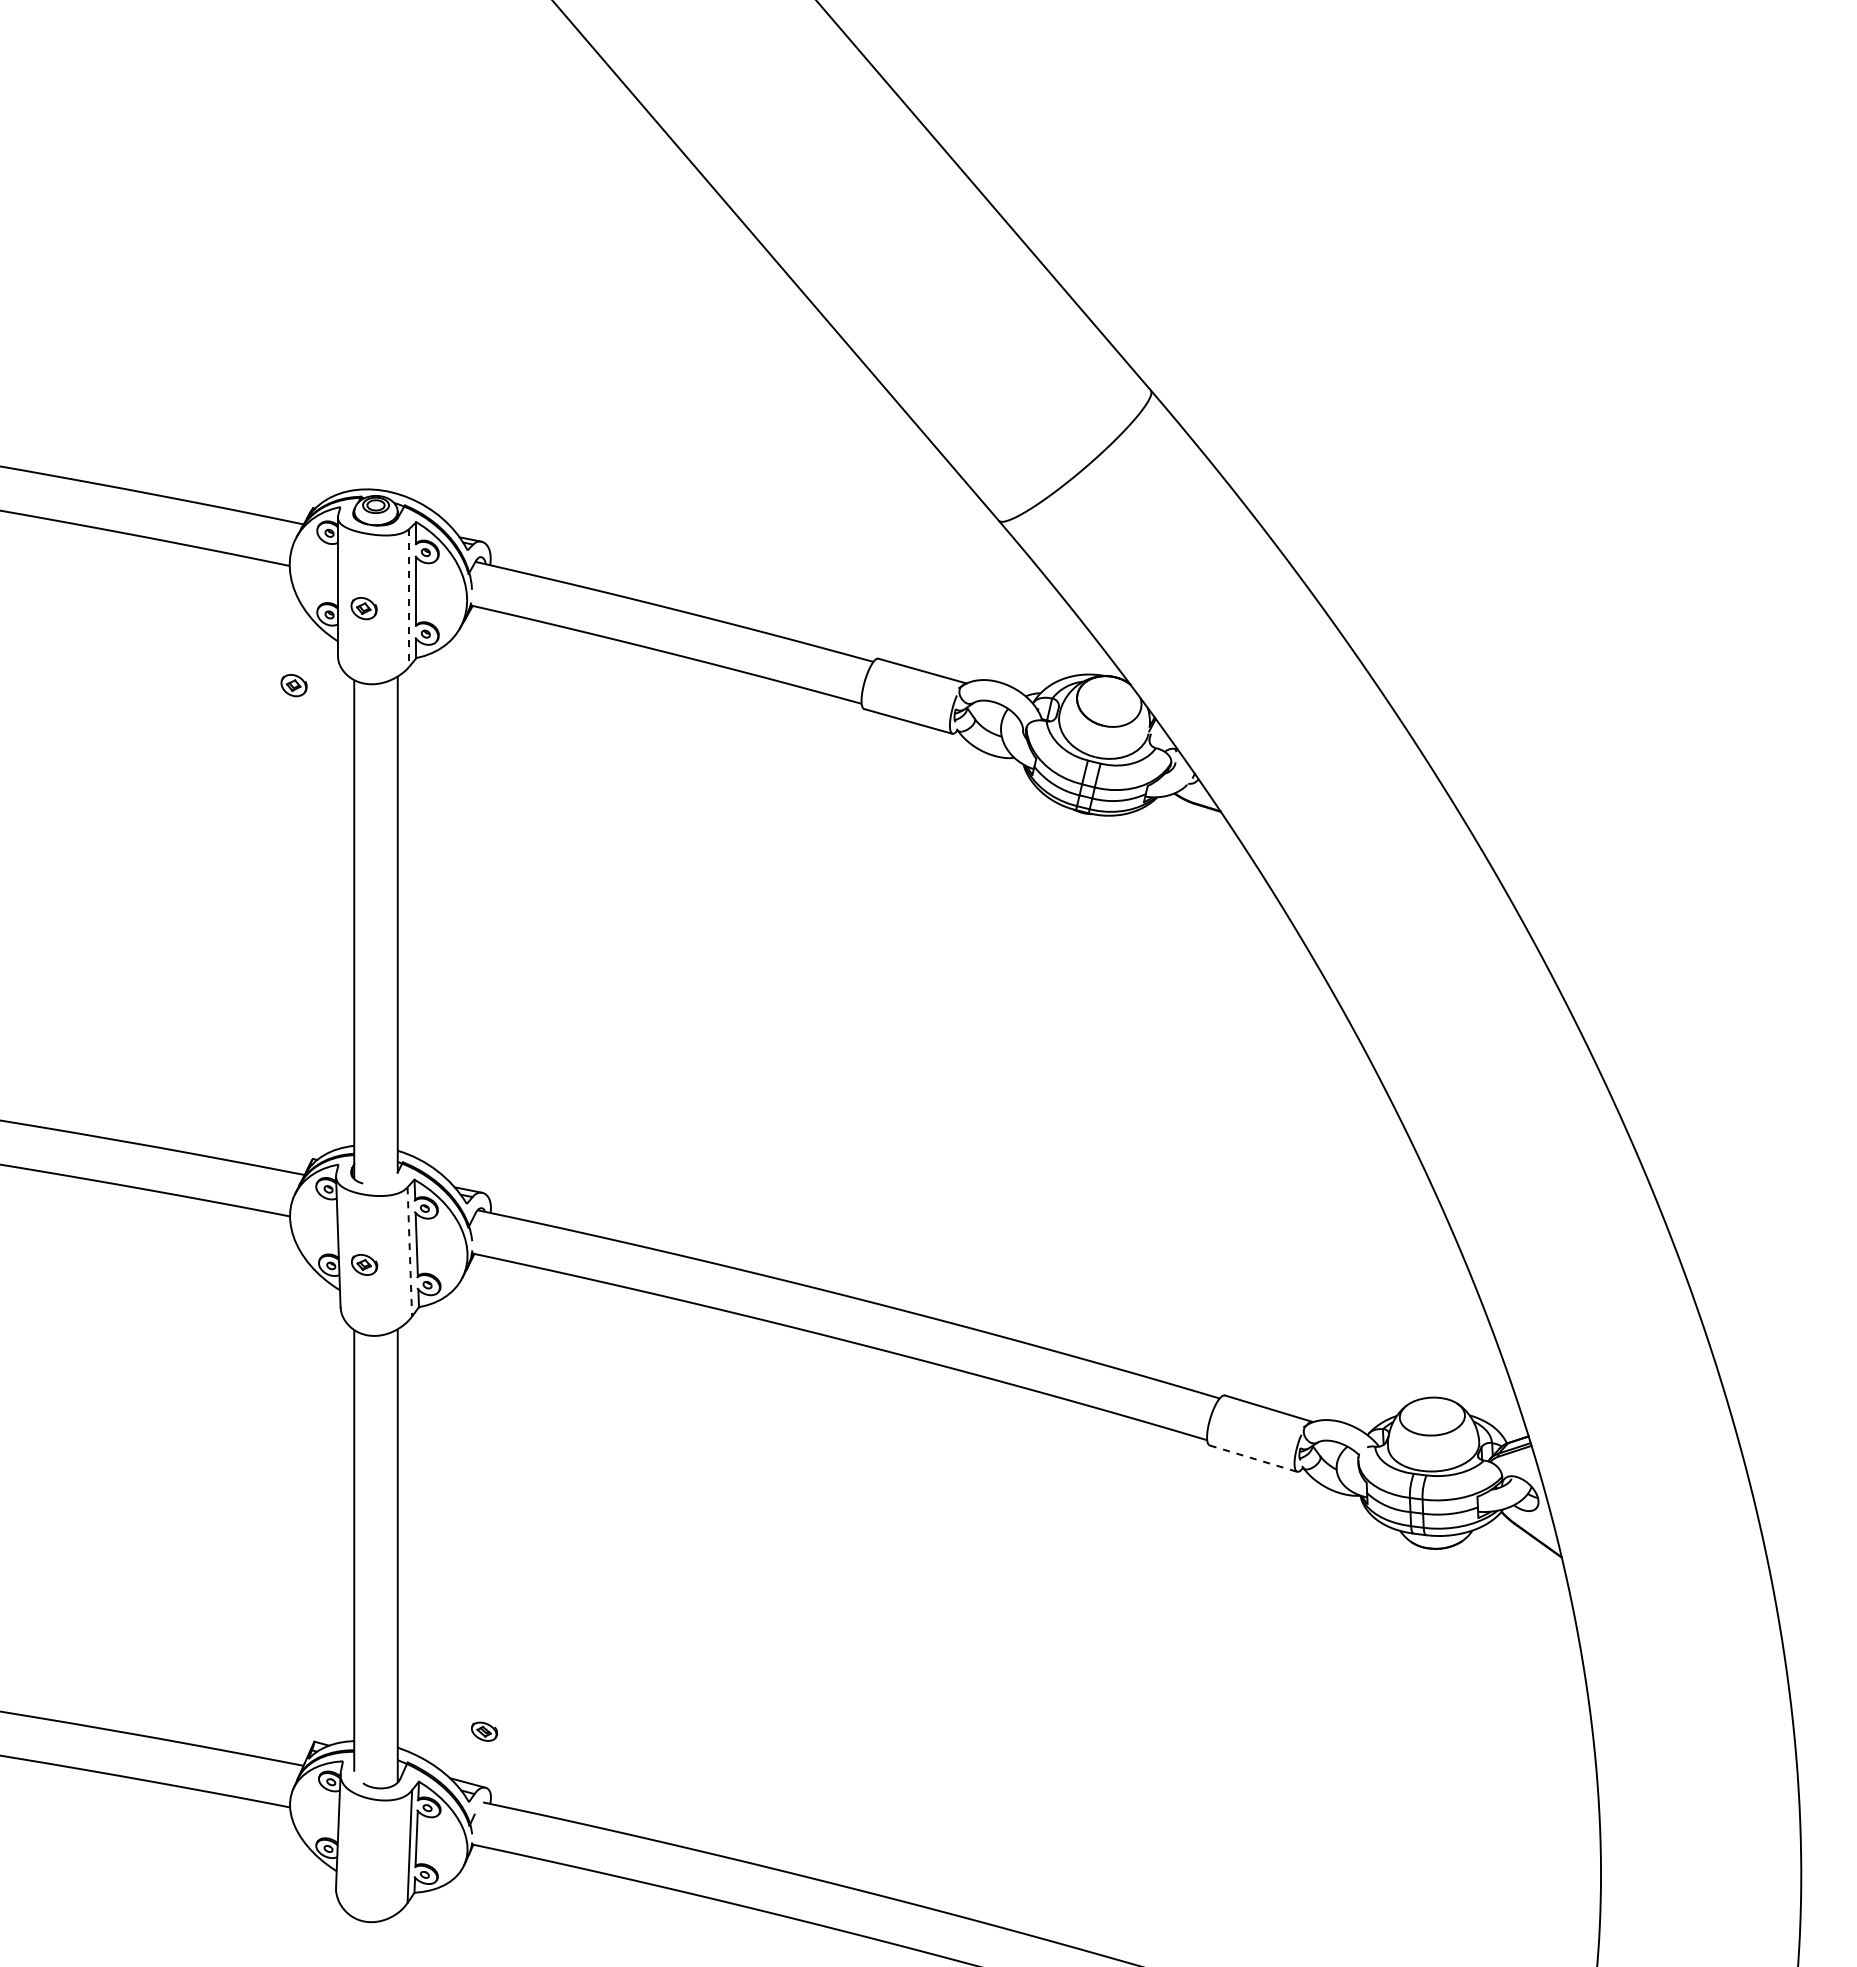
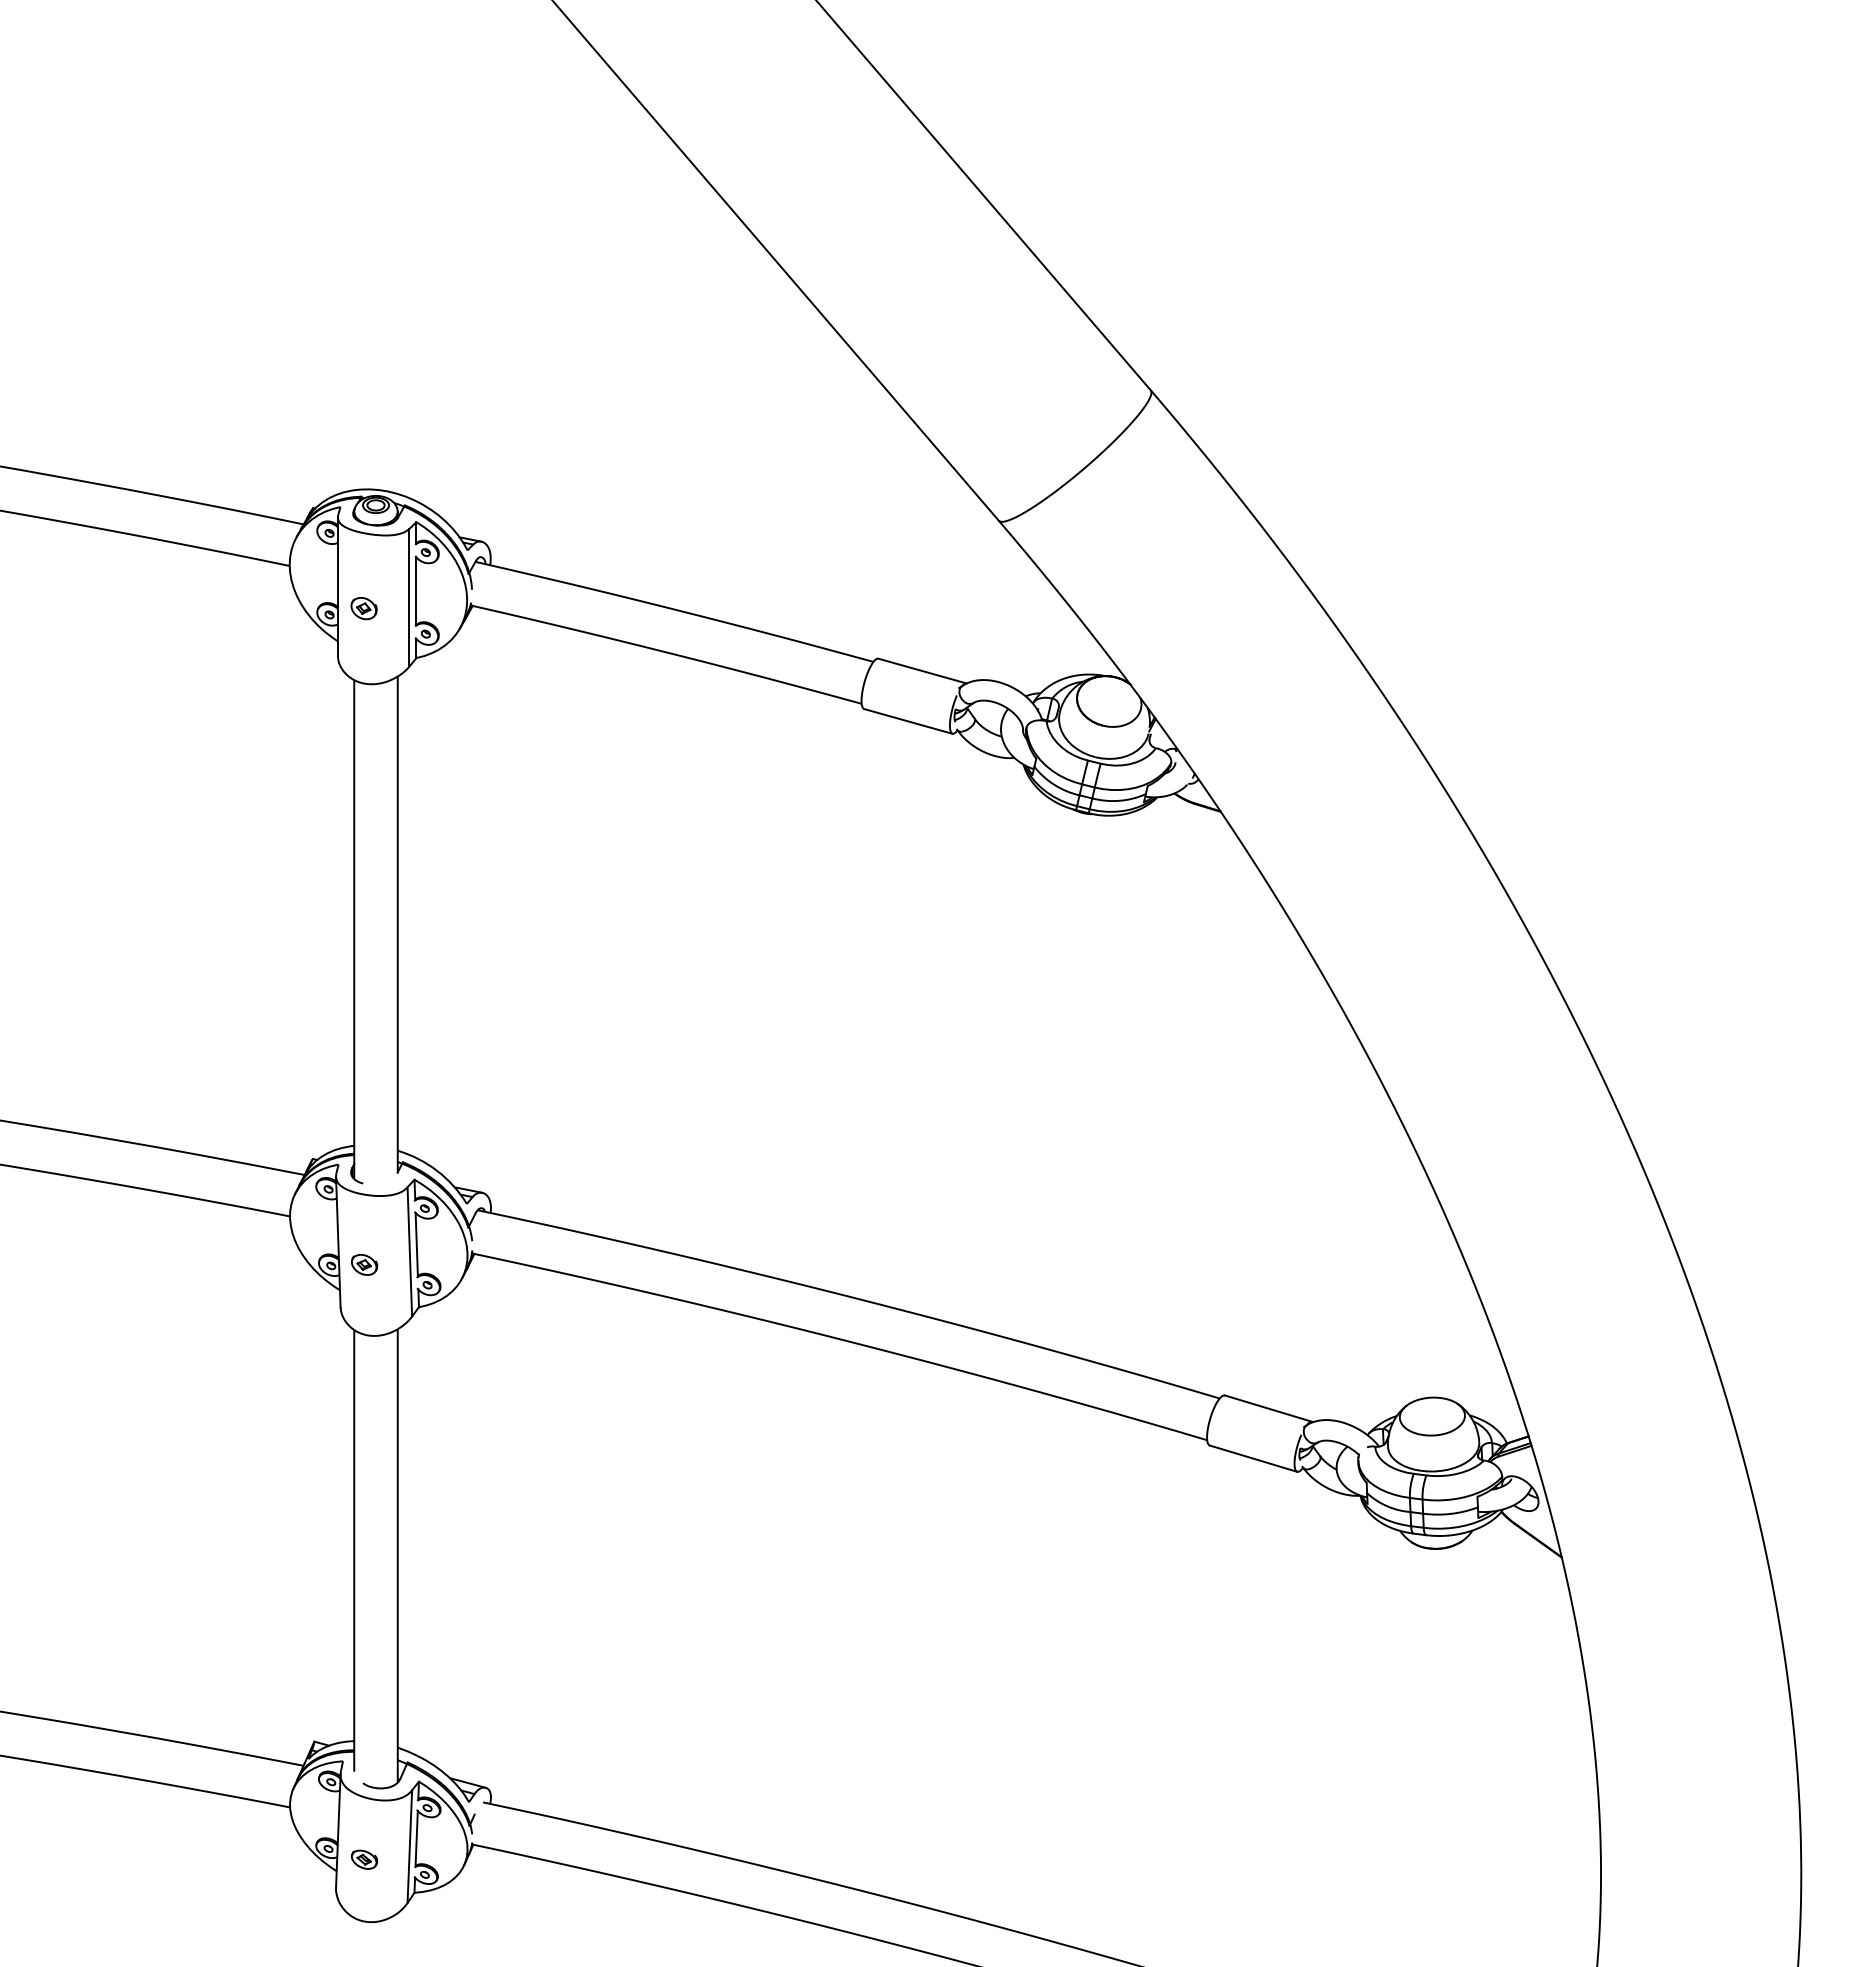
line at (409, 597): dashed -> solid
part at (293, 685): present -> none
line at (409, 1251): dashed -> solid
line at (1253, 1458): dashed -> solid
part at (484, 1731) position: (484, 1731) -> (364, 1859)
